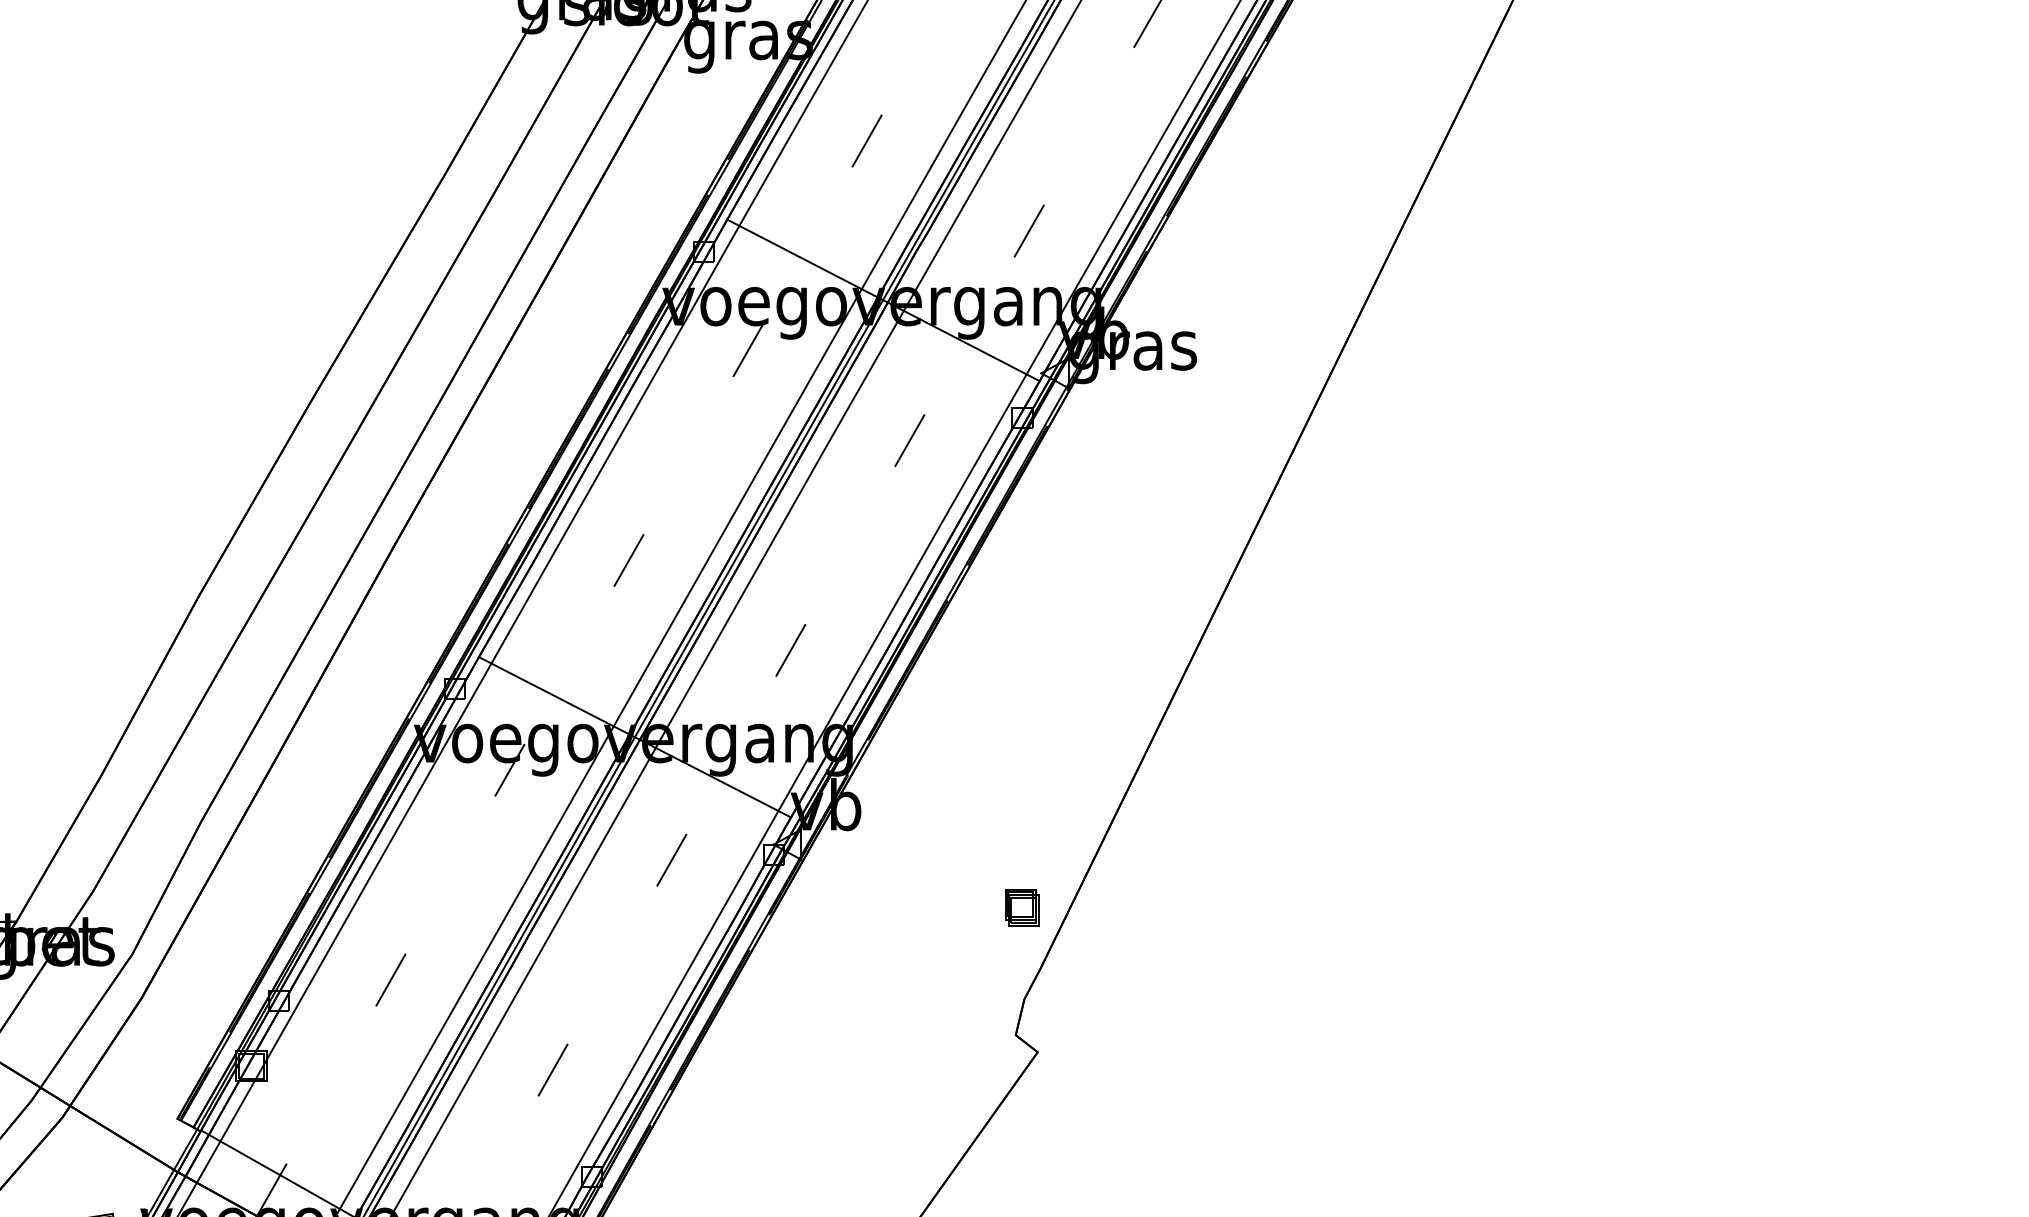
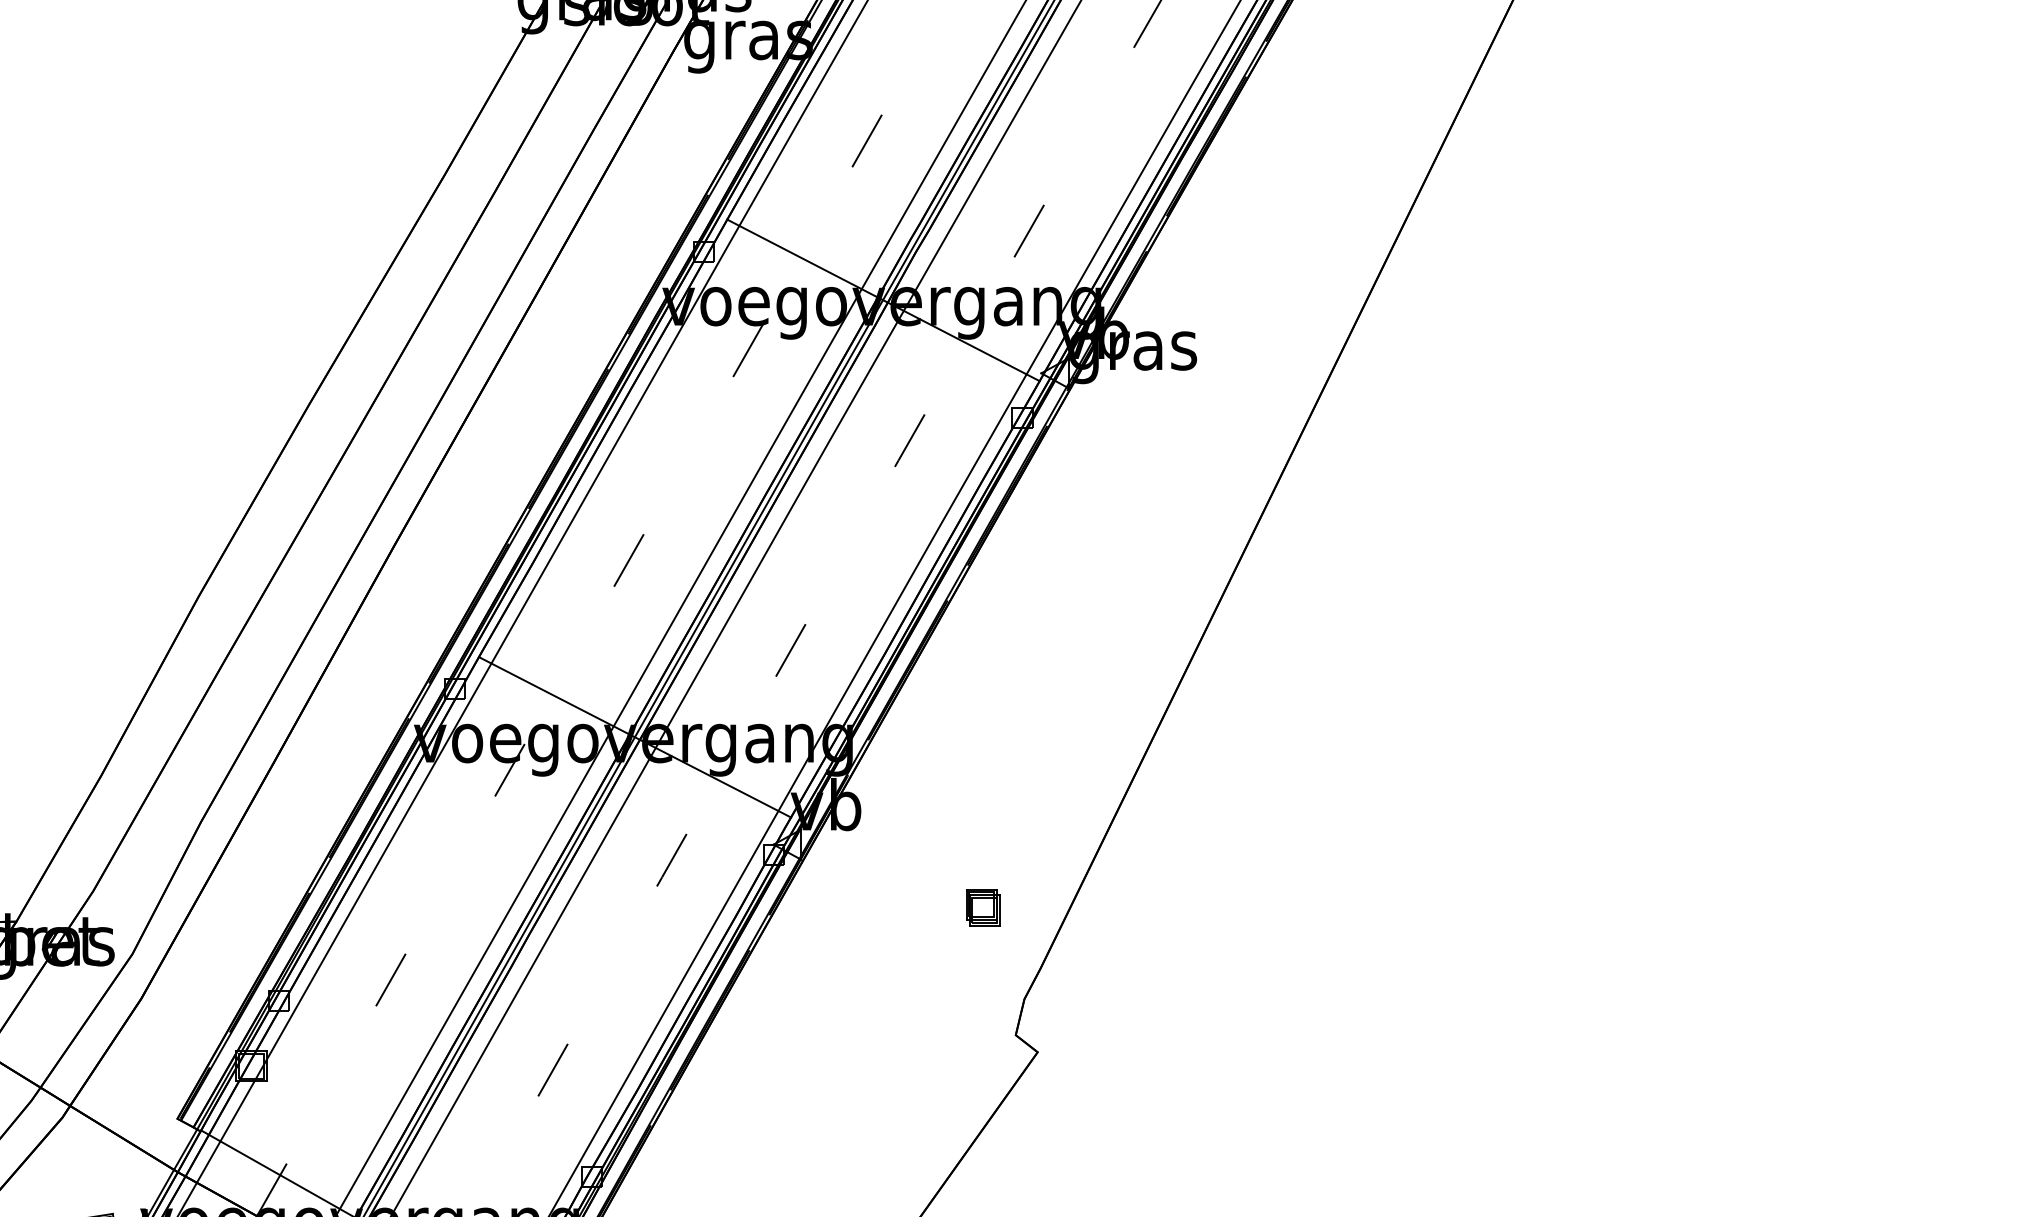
part at (1022, 907) position: (1022, 907) -> (983, 907)
